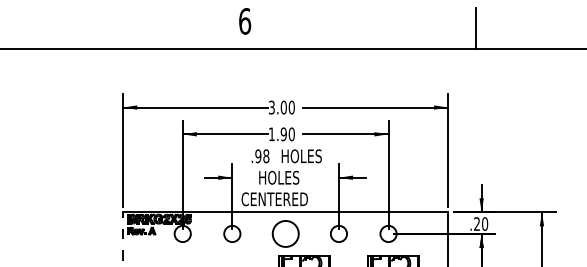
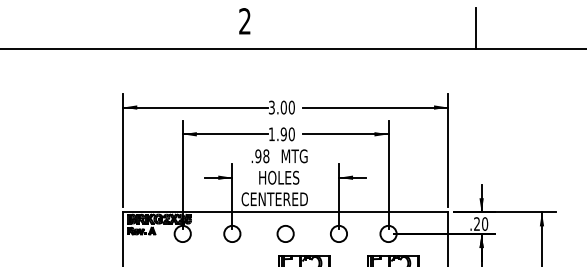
text at (245, 21): 6 -> 2
text at (302, 156): HOLES -> MTG
circle at (285, 233) size: 29x28 px -> 19x18 px
line at (123, 239): dashed -> solid
